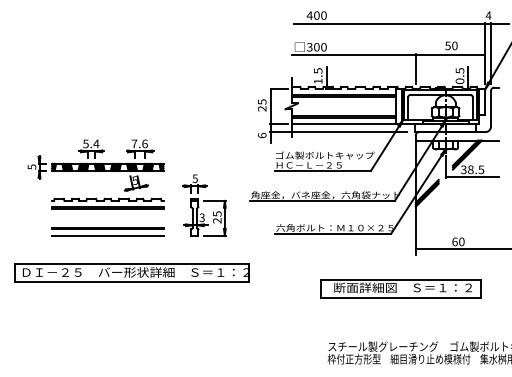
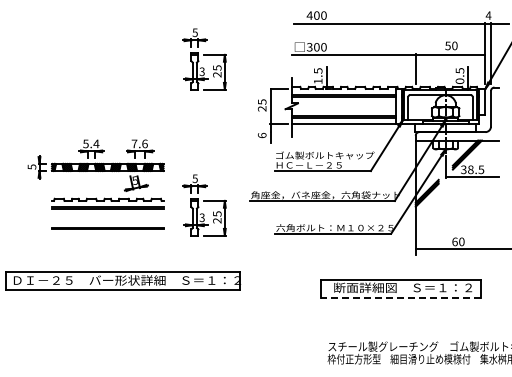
part at (204, 59): none -> present
line at (338, 132): present -> none
line at (107, 235): present -> none
part at (132, 272) position: (132, 272) -> (123, 280)
line at (400, 298): solid -> dashed
